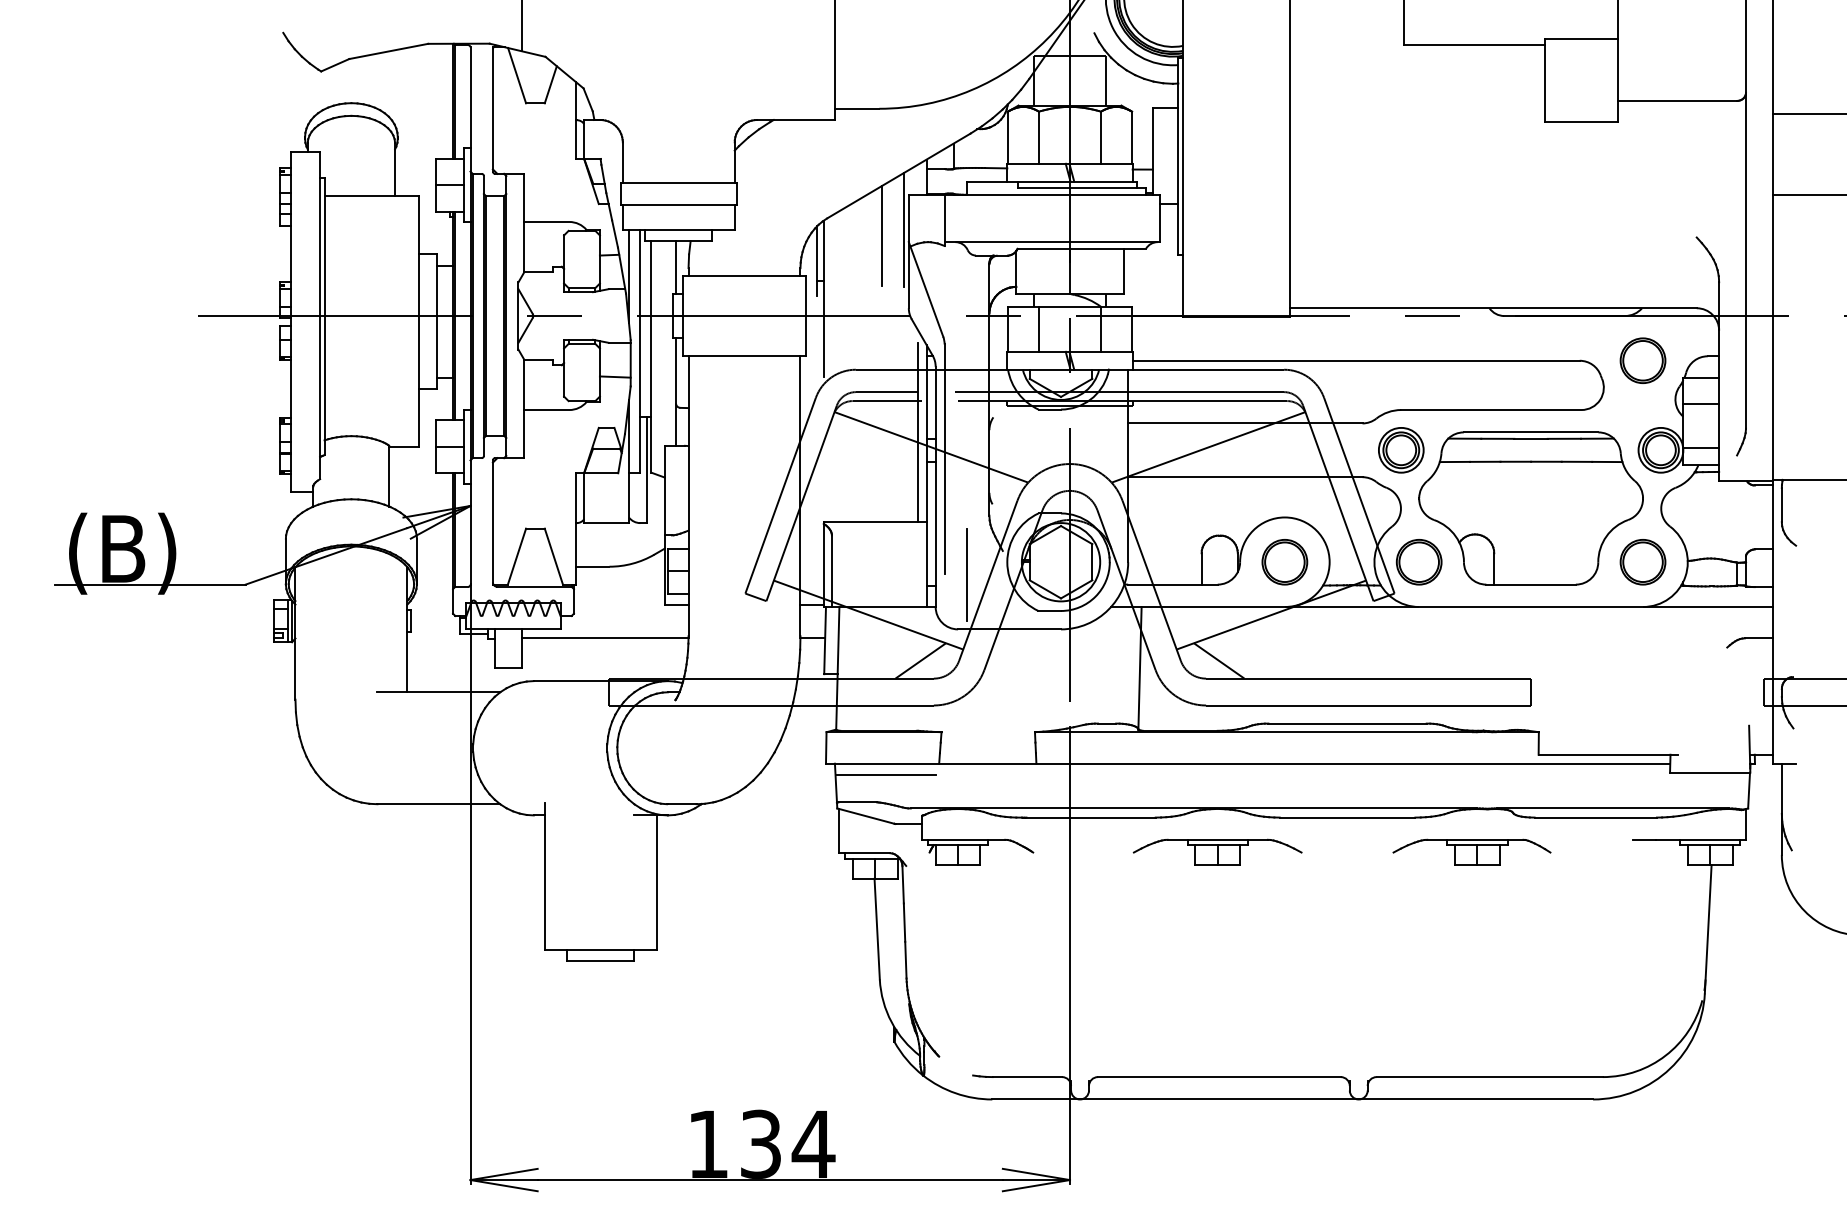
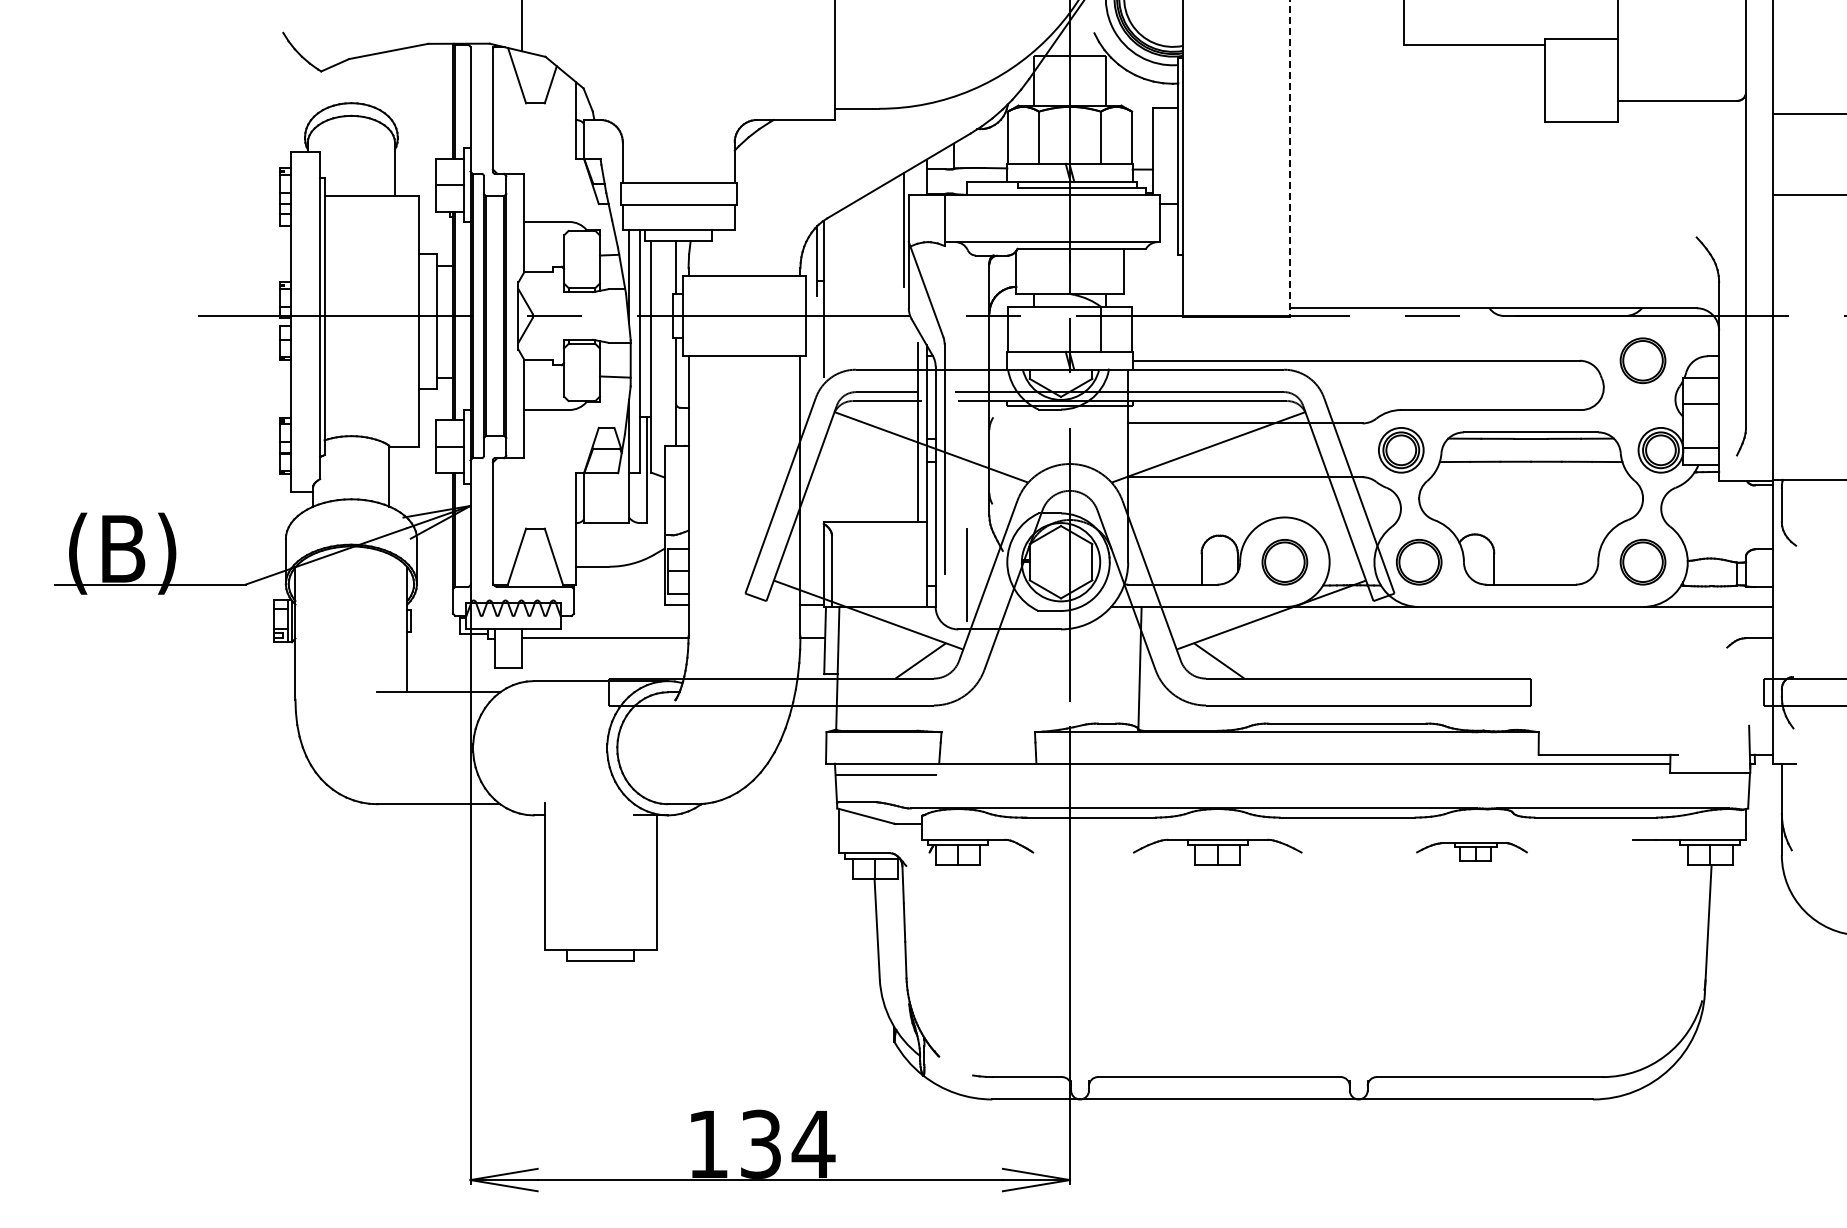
line at (1290, 159): solid -> dashed
line at (881, 236): present -> none
line at (1038, 329): present -> none
part at (1471, 851) size: 160x28 px -> 112x20 px
